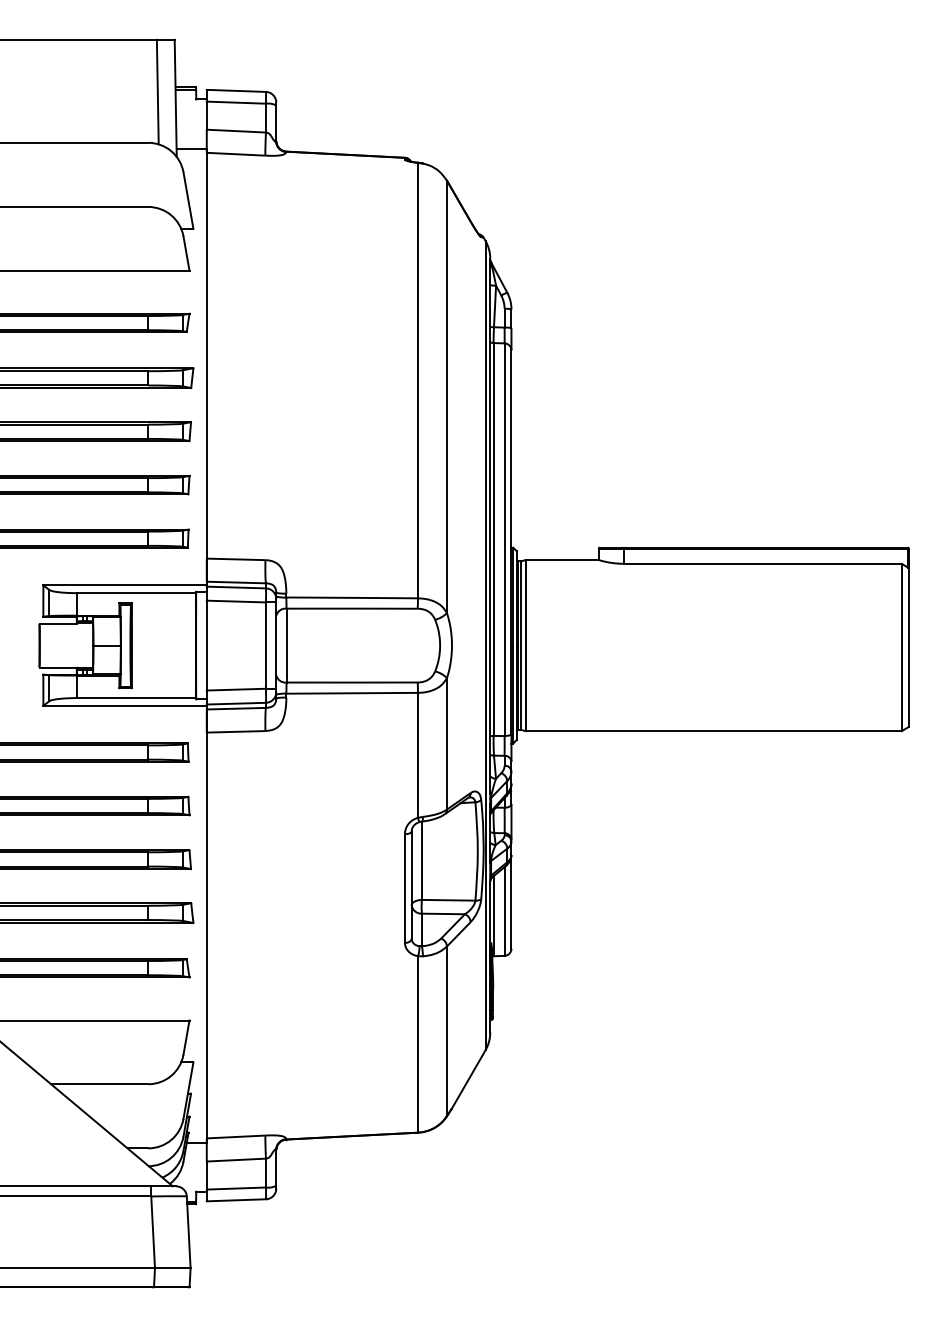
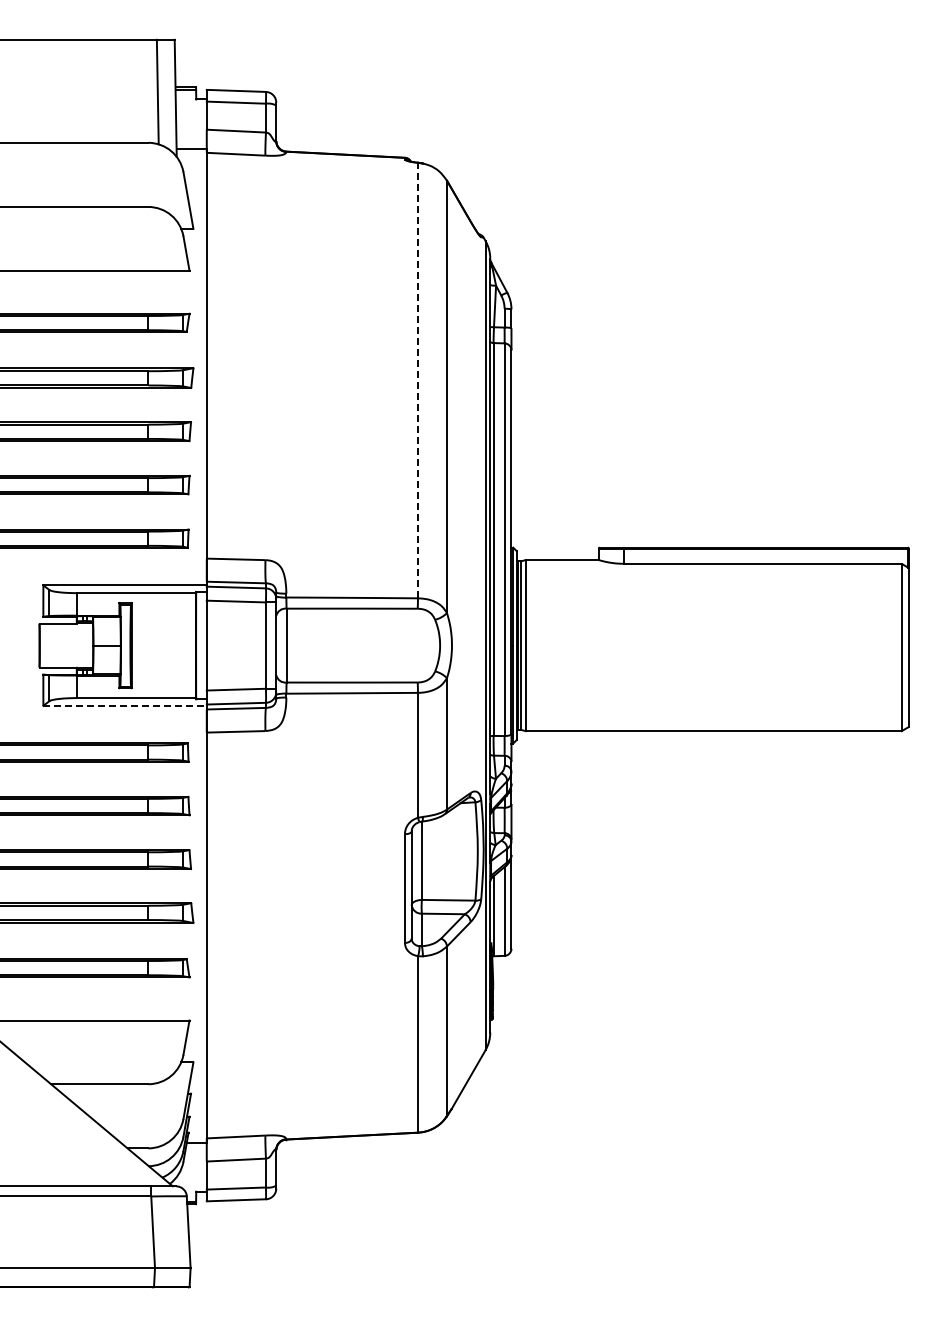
line at (418, 380): solid -> dashed
line at (125, 705): solid -> dashed
